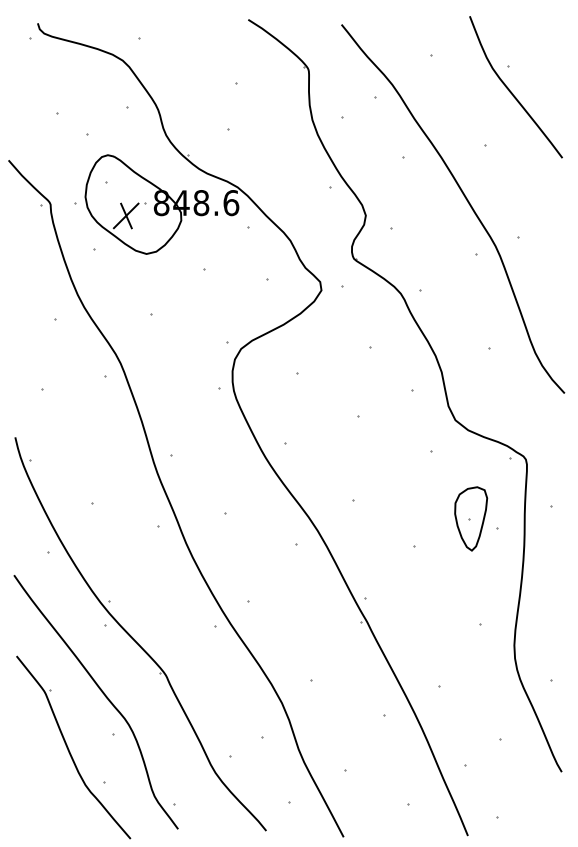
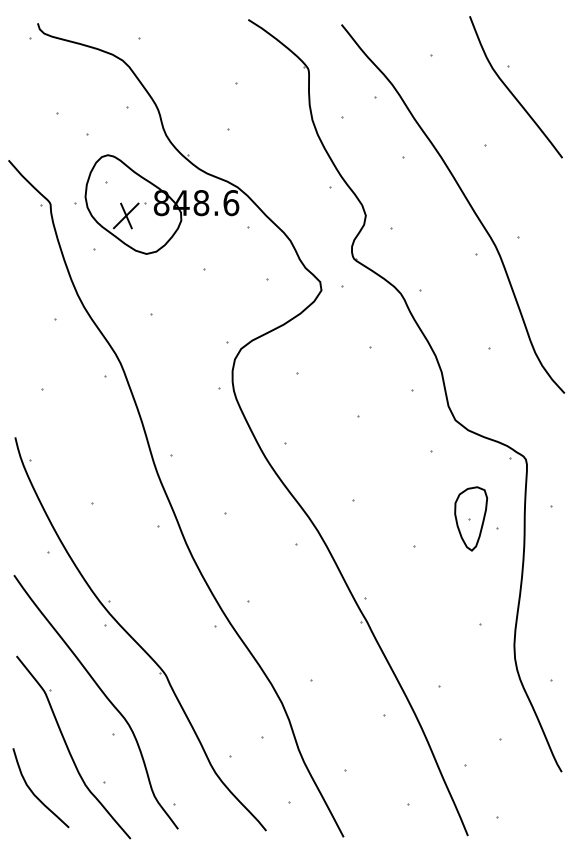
curve at (34, 793): none -> present
